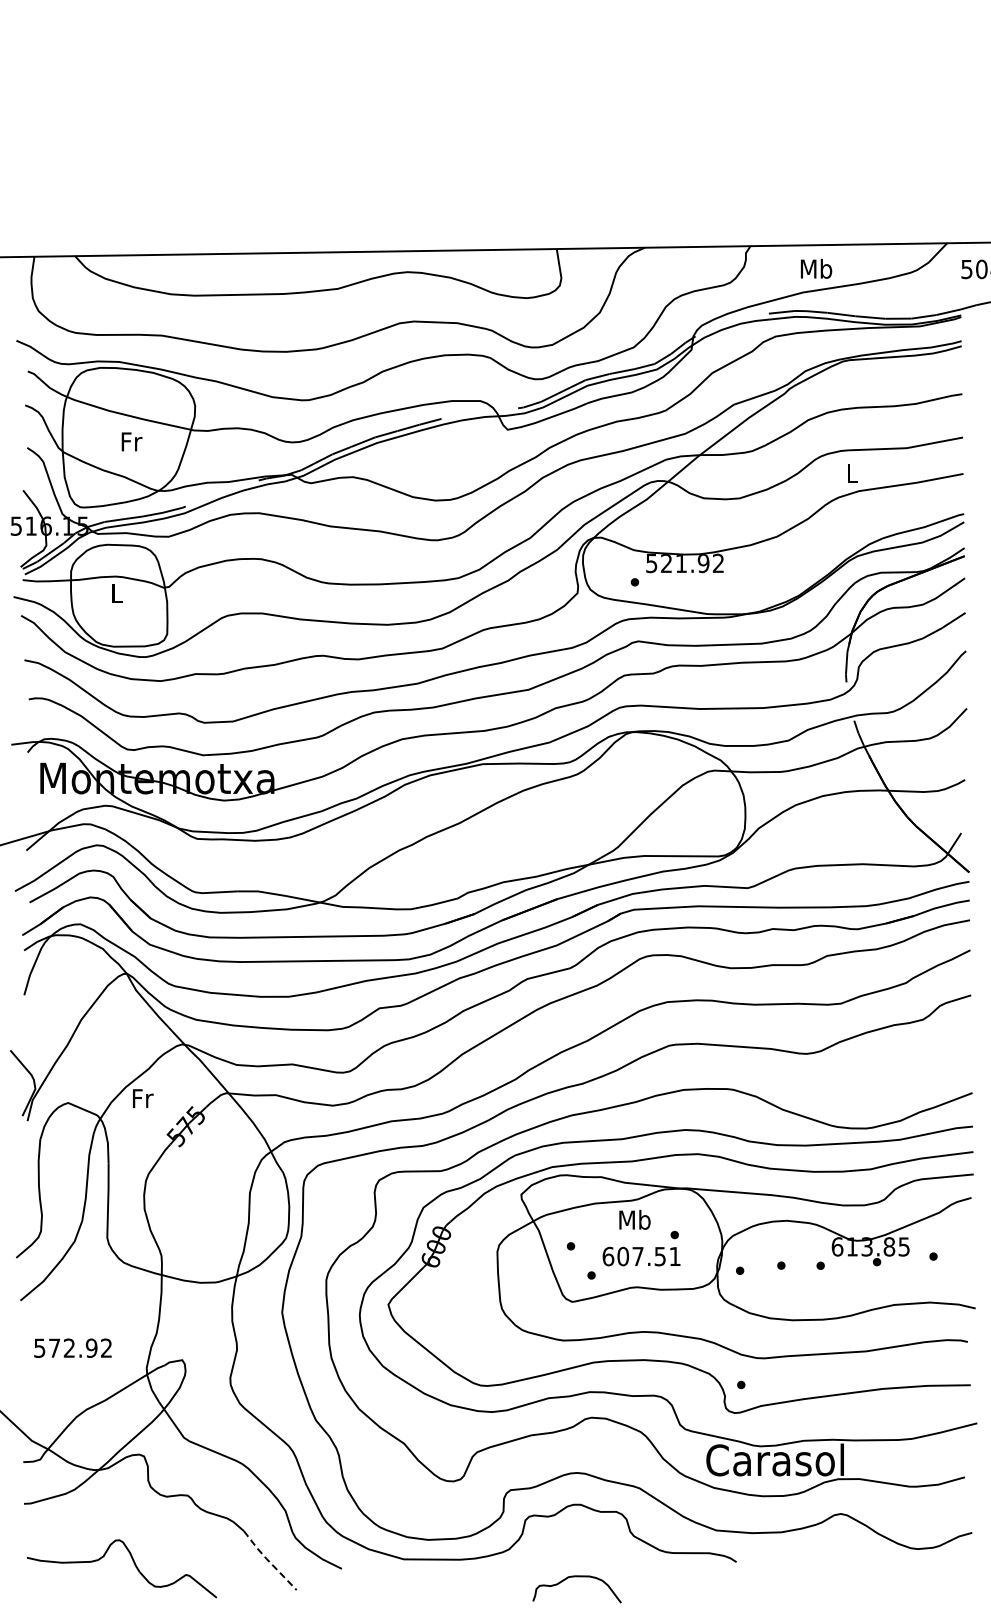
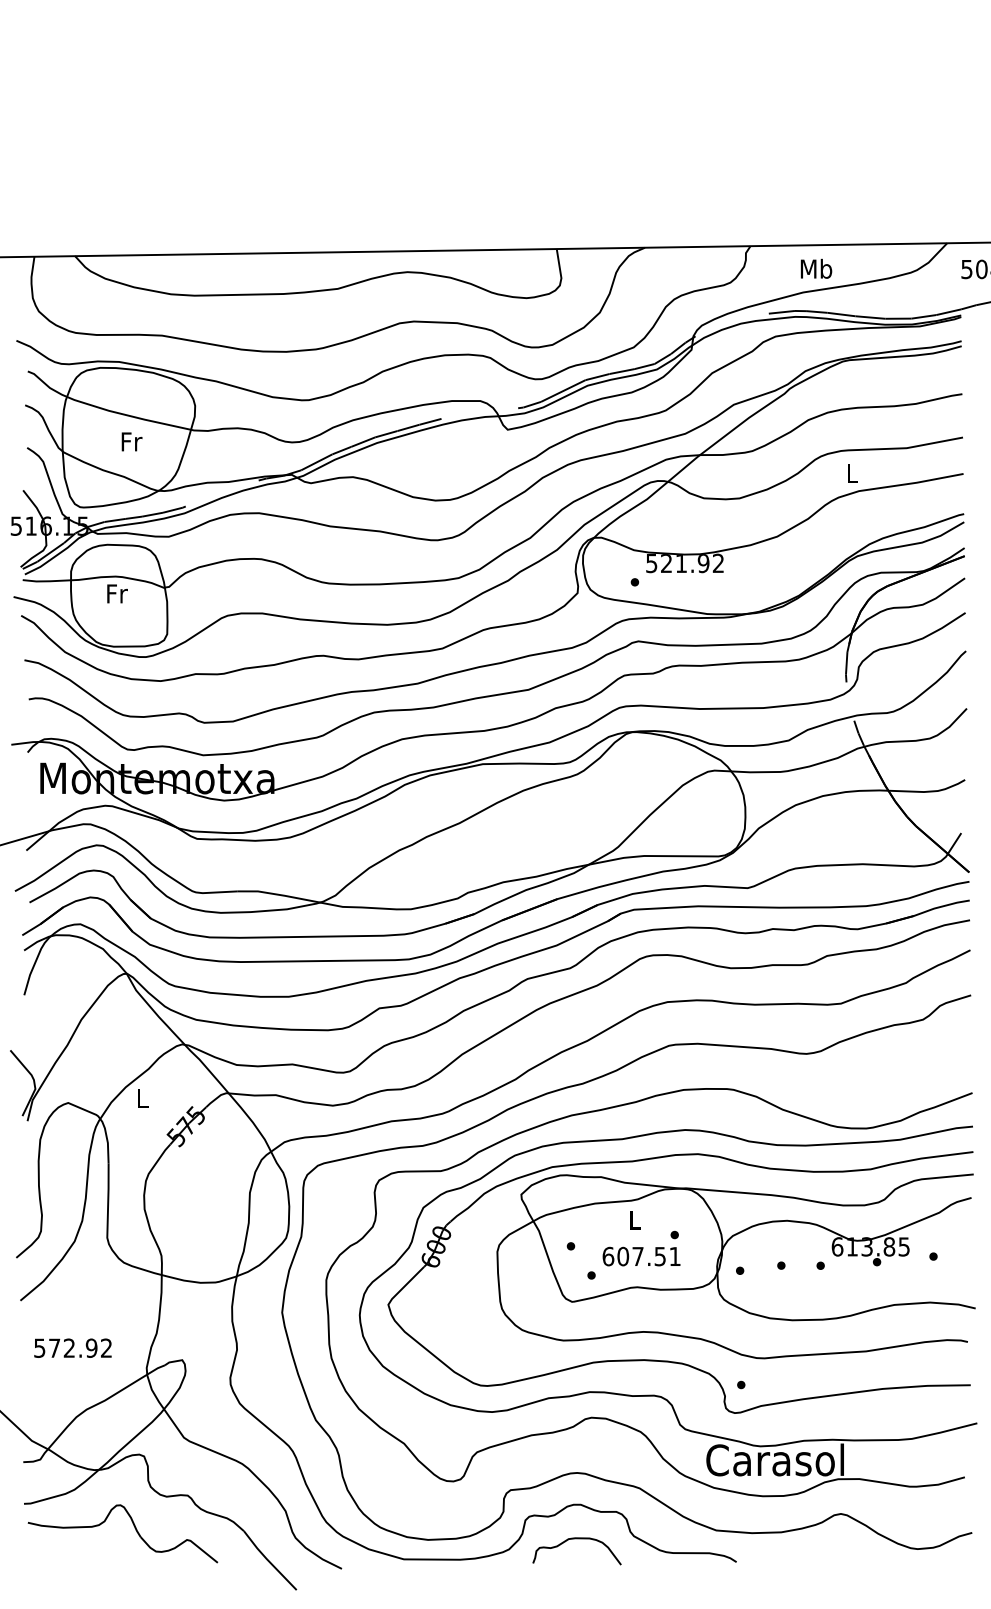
text at (117, 593): L -> Fr
text at (143, 1098): Fr -> L
text at (634, 1219): Mb -> L
line at (268, 1561): dashed -> solid
part at (133, 1563) position: (133, 1563) -> (134, 1528)
curve at (576, 1577) position: (576, 1577) -> (576, 1539)
